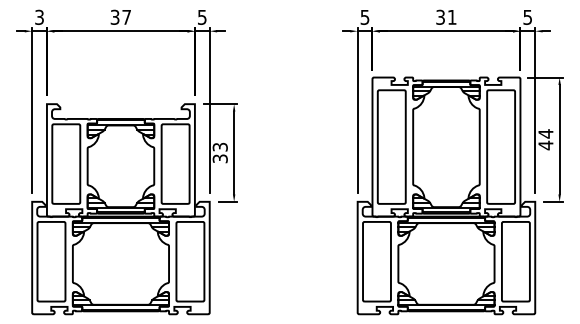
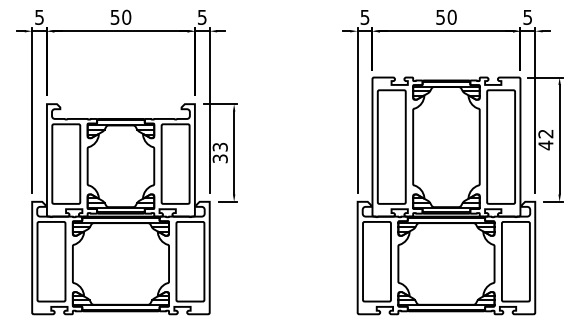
text at (39, 16): 3 -> 5
text at (121, 16): 37 -> 50
text at (446, 16): 31 -> 50
text at (545, 133): 44 -> 42
